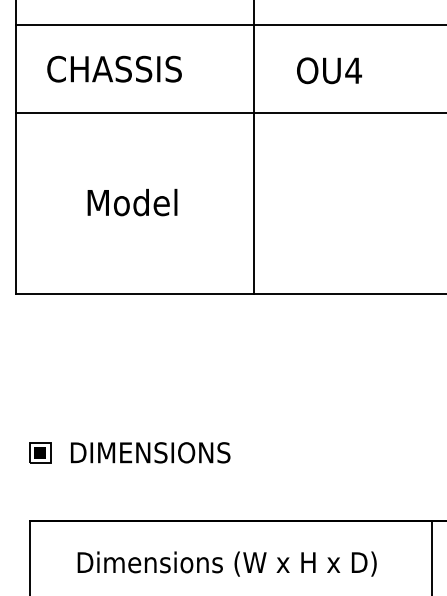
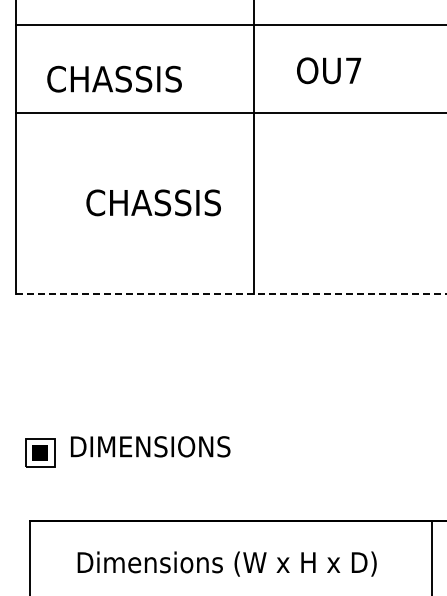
text at (114, 68) position: (114, 68) -> (114, 78)
text at (353, 70): OU4 -> OU7
text at (153, 202): Model -> CHASSIS
line at (231, 294): solid -> dashed
part at (40, 452) size: 23x22 px -> 31x30 px
text at (150, 452) position: (150, 452) -> (150, 446)
